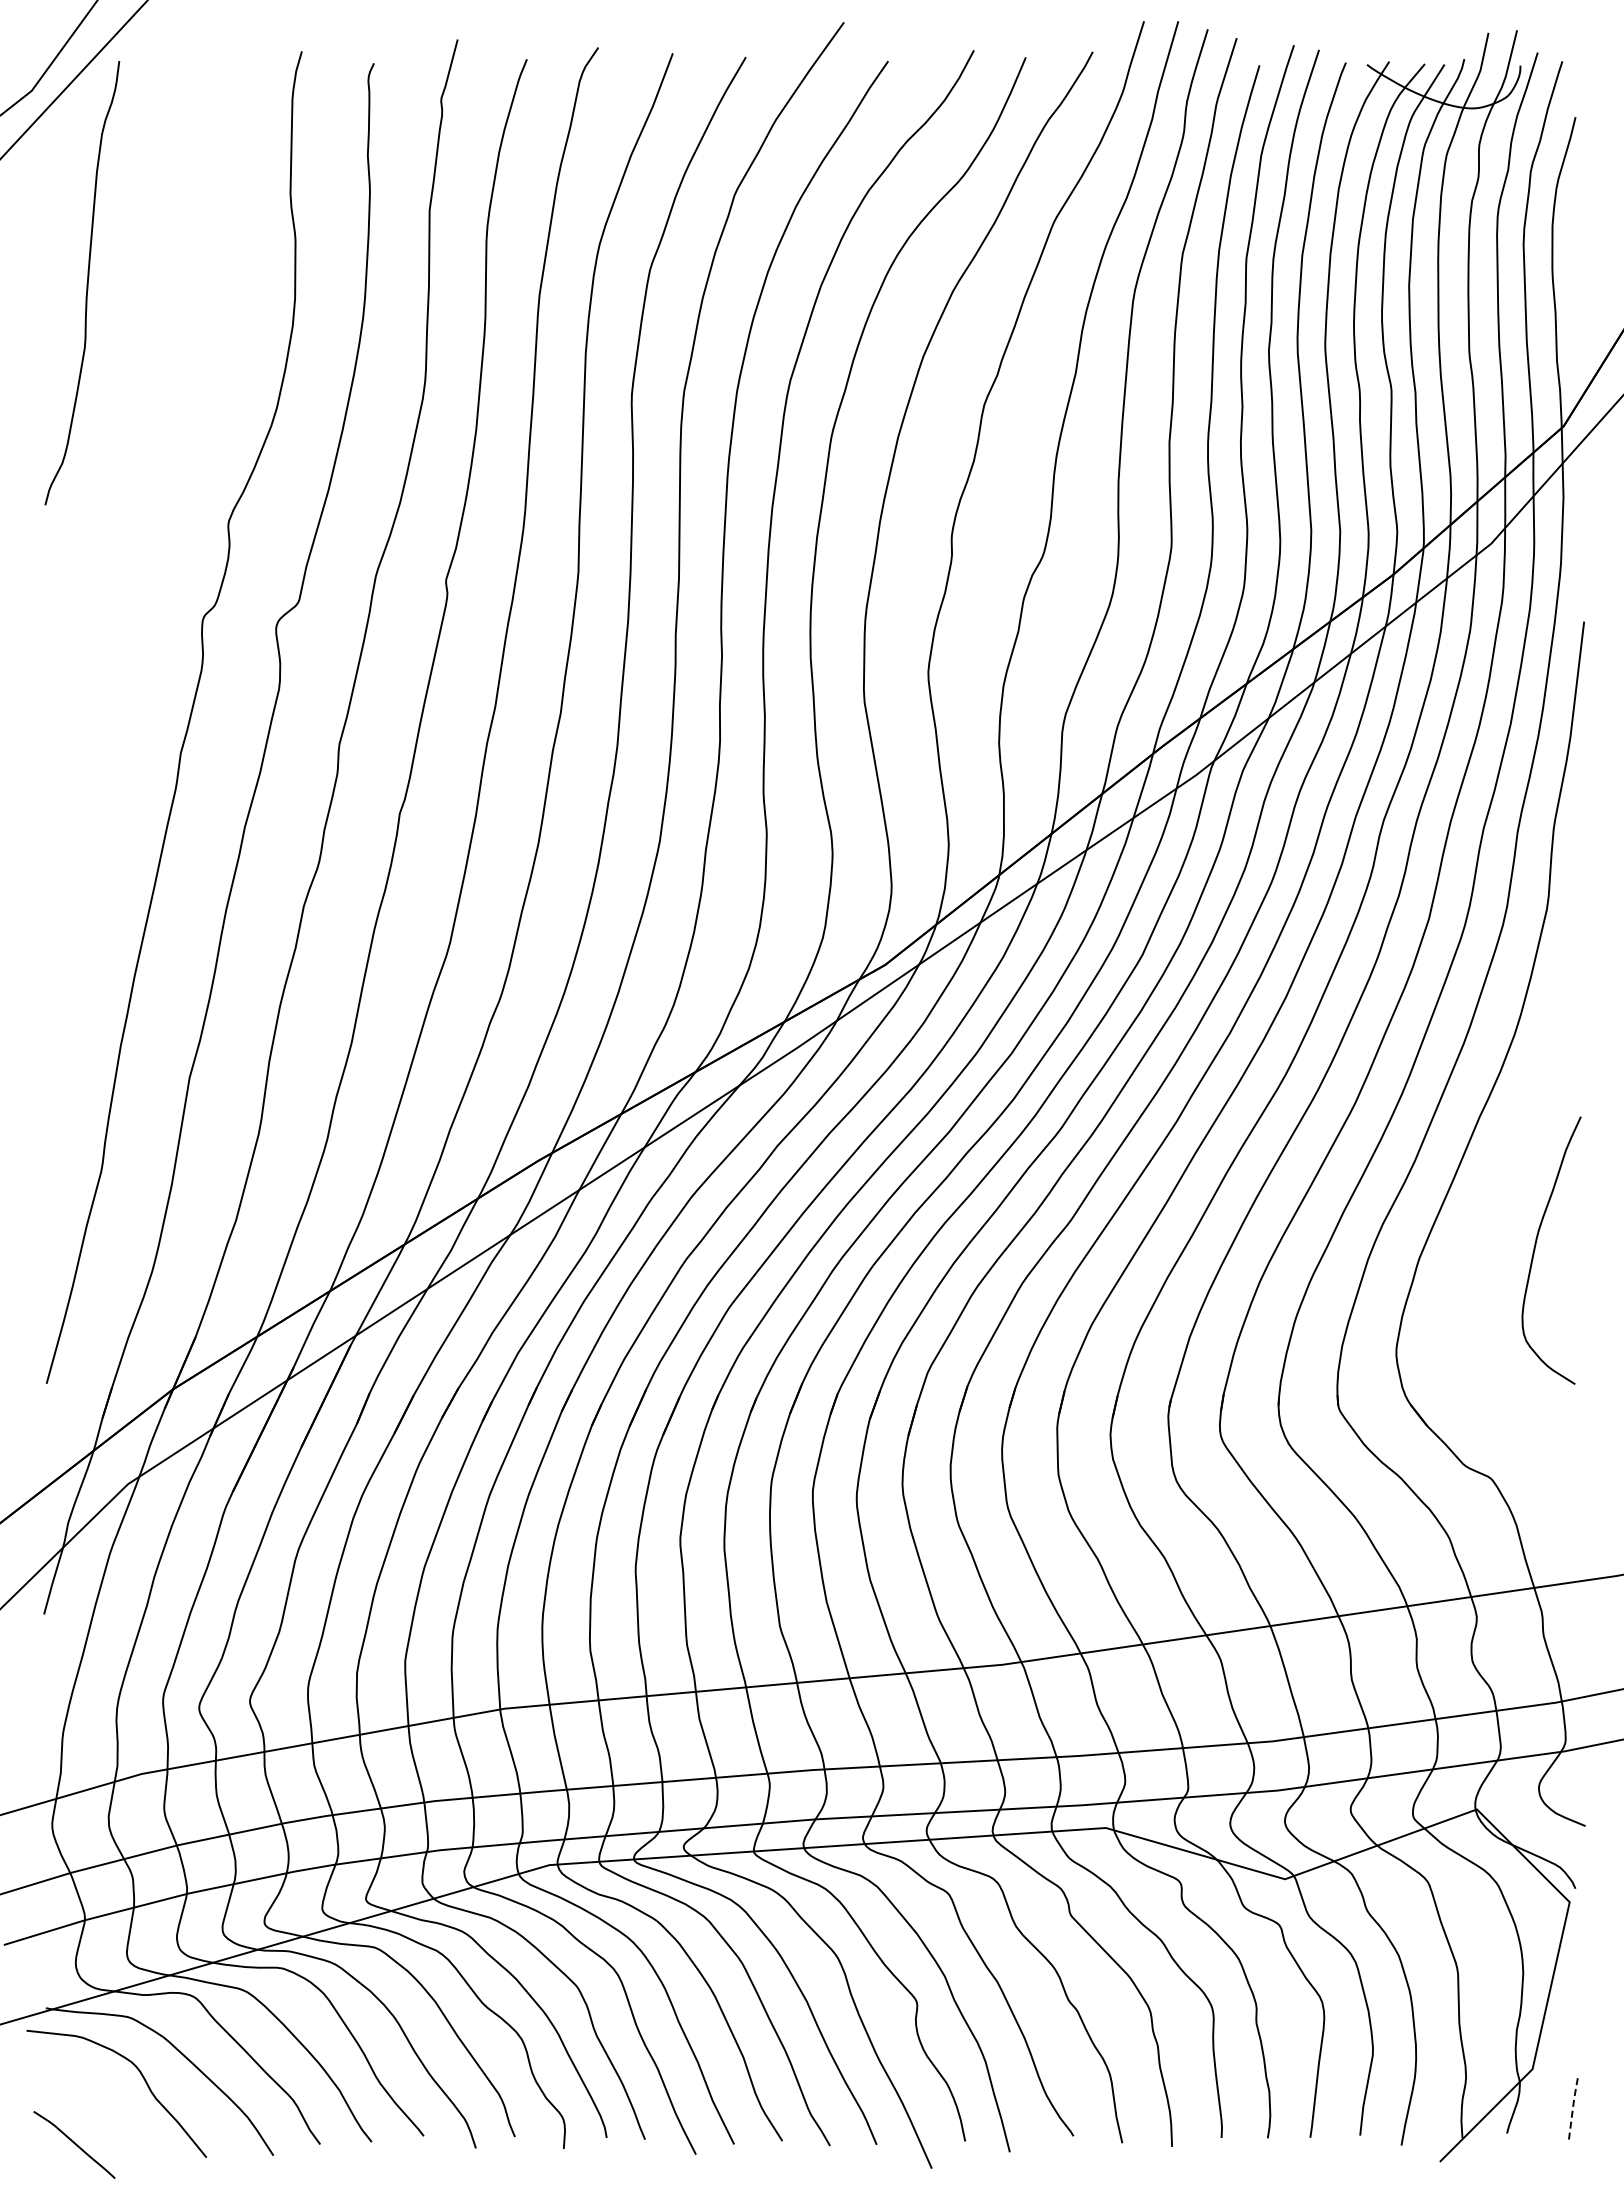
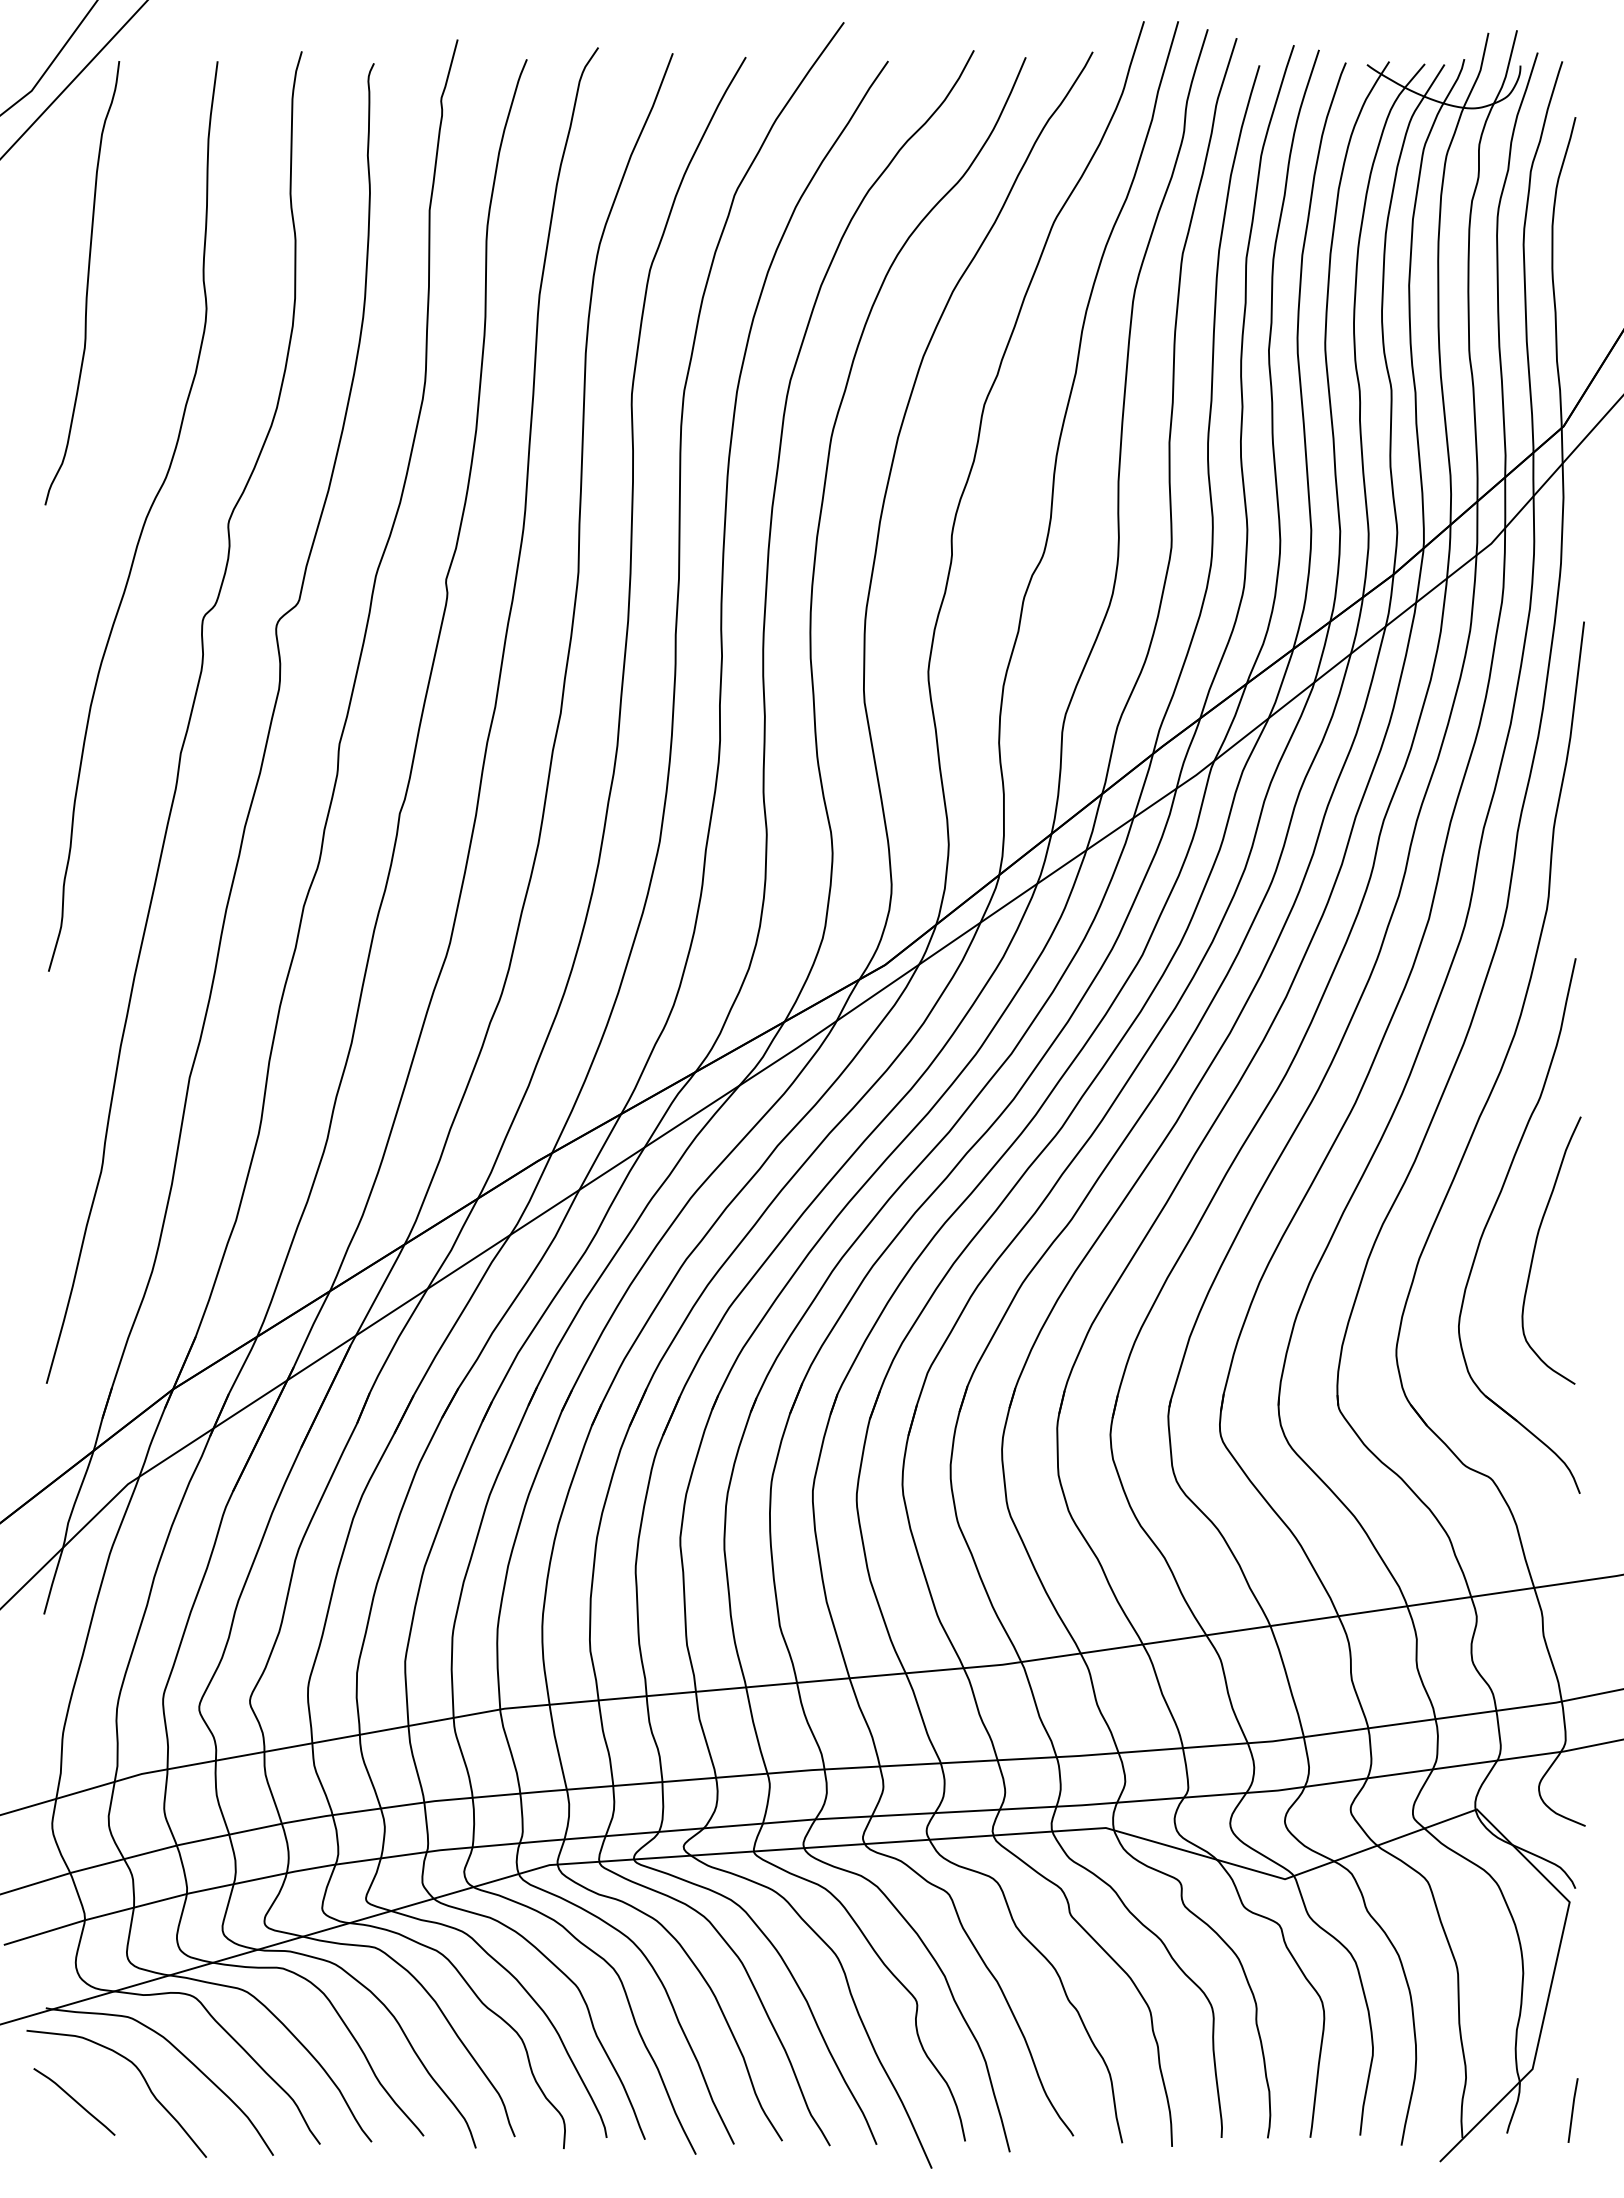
curve at (143, 522): none -> present
part at (1493, 1211): none -> present
line at (1572, 2110): dashed -> solid
curve at (74, 2144) position: (74, 2144) -> (74, 2101)
